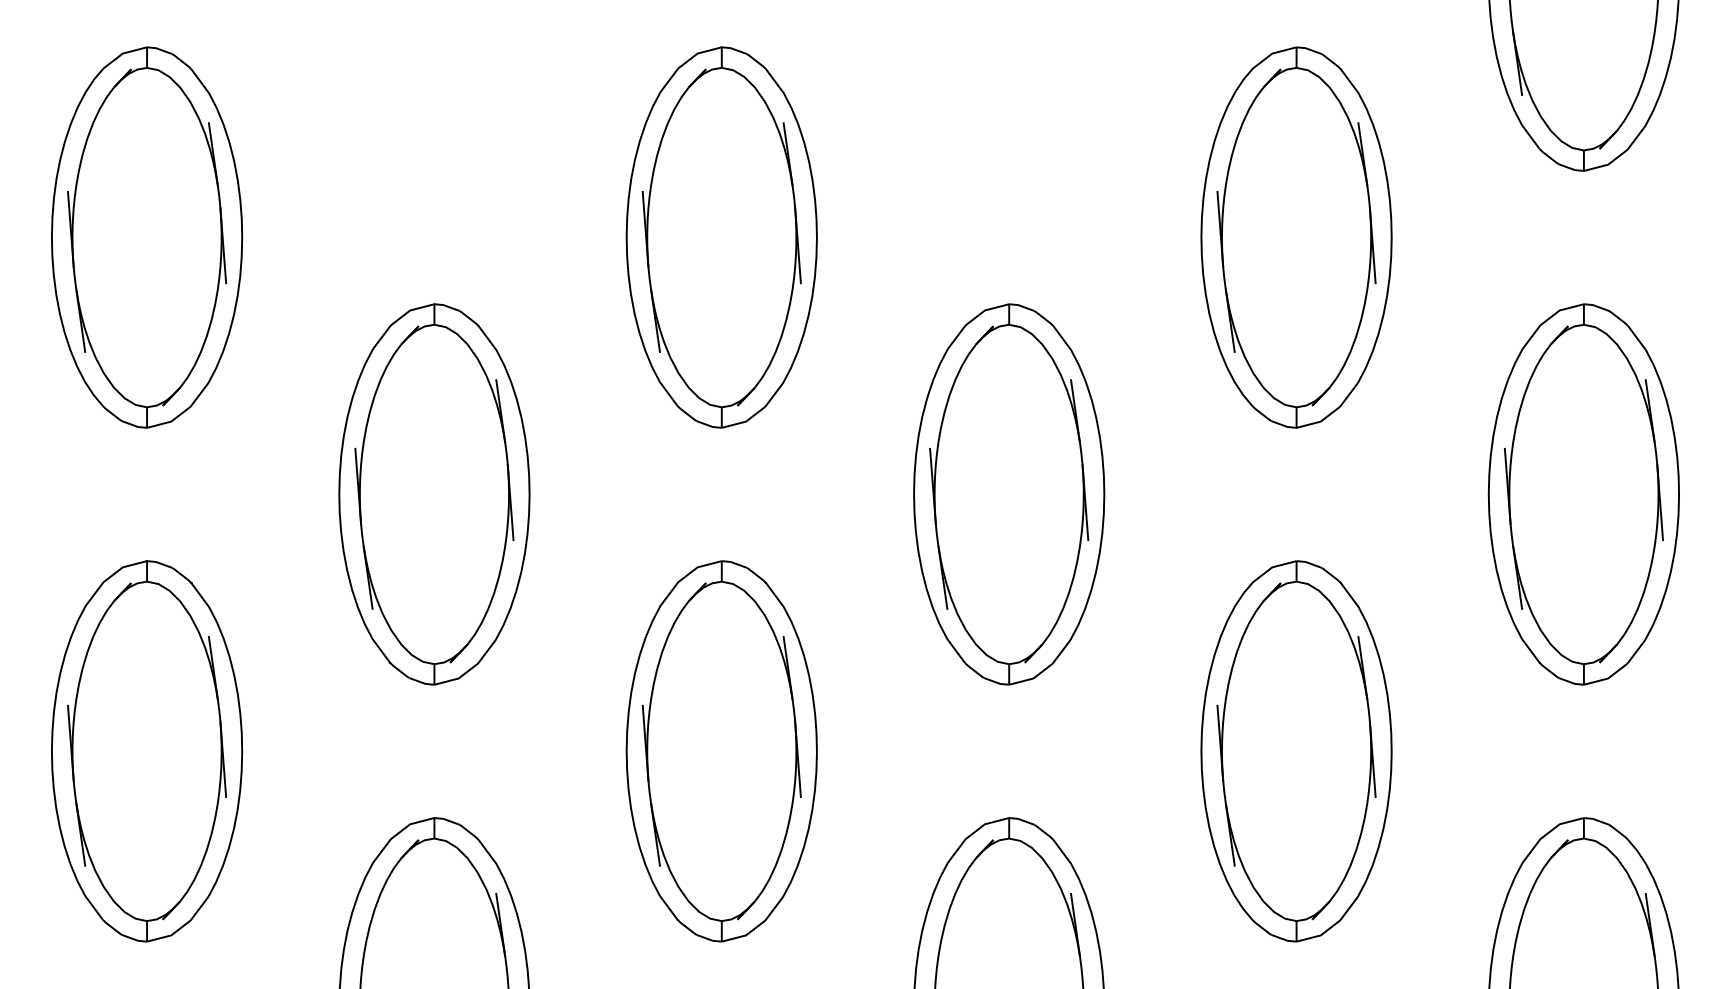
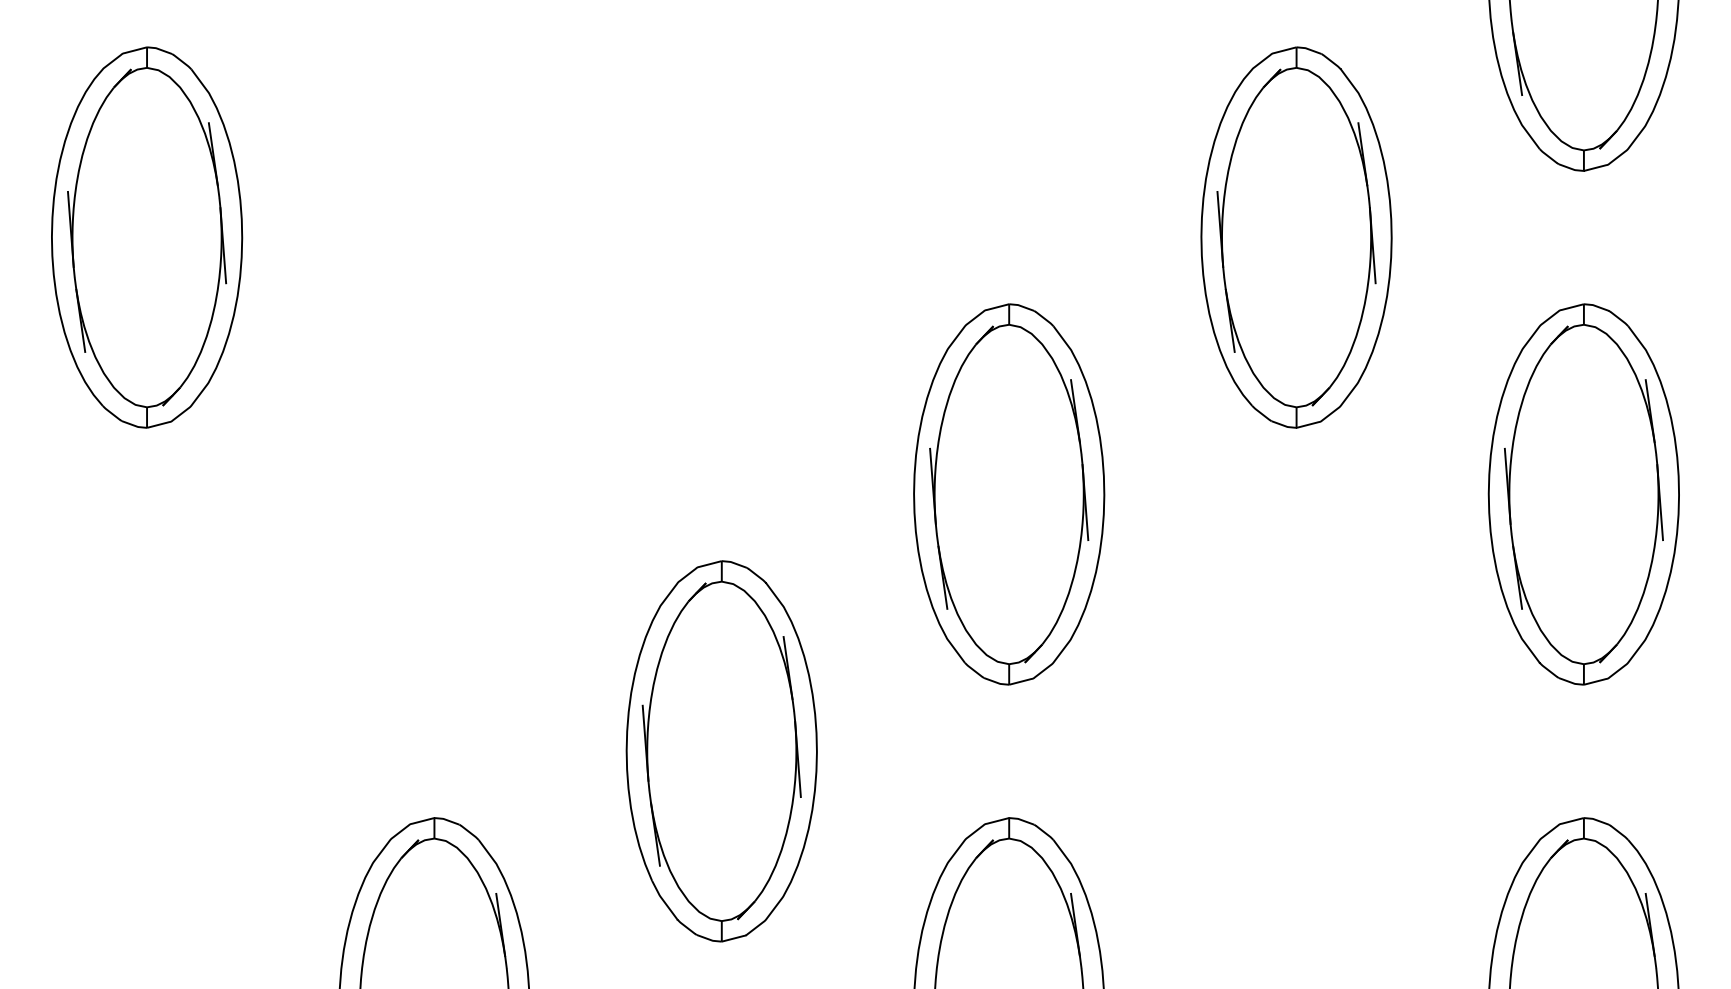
part at (721, 237): present -> none
part at (434, 494): present -> none
part at (147, 751): present -> none
part at (1296, 751): present -> none
